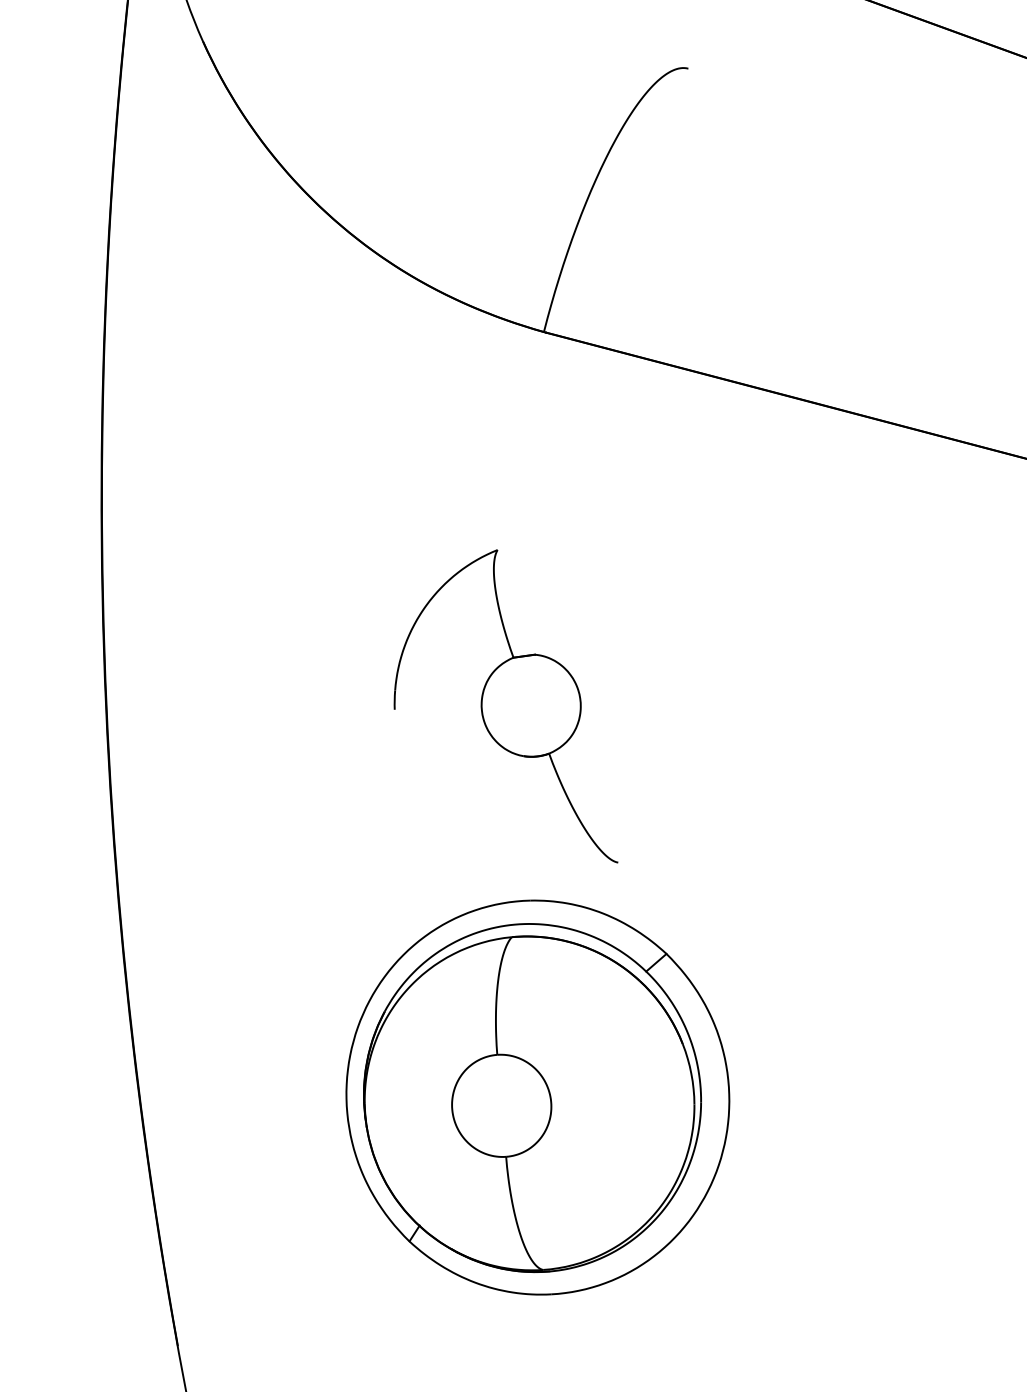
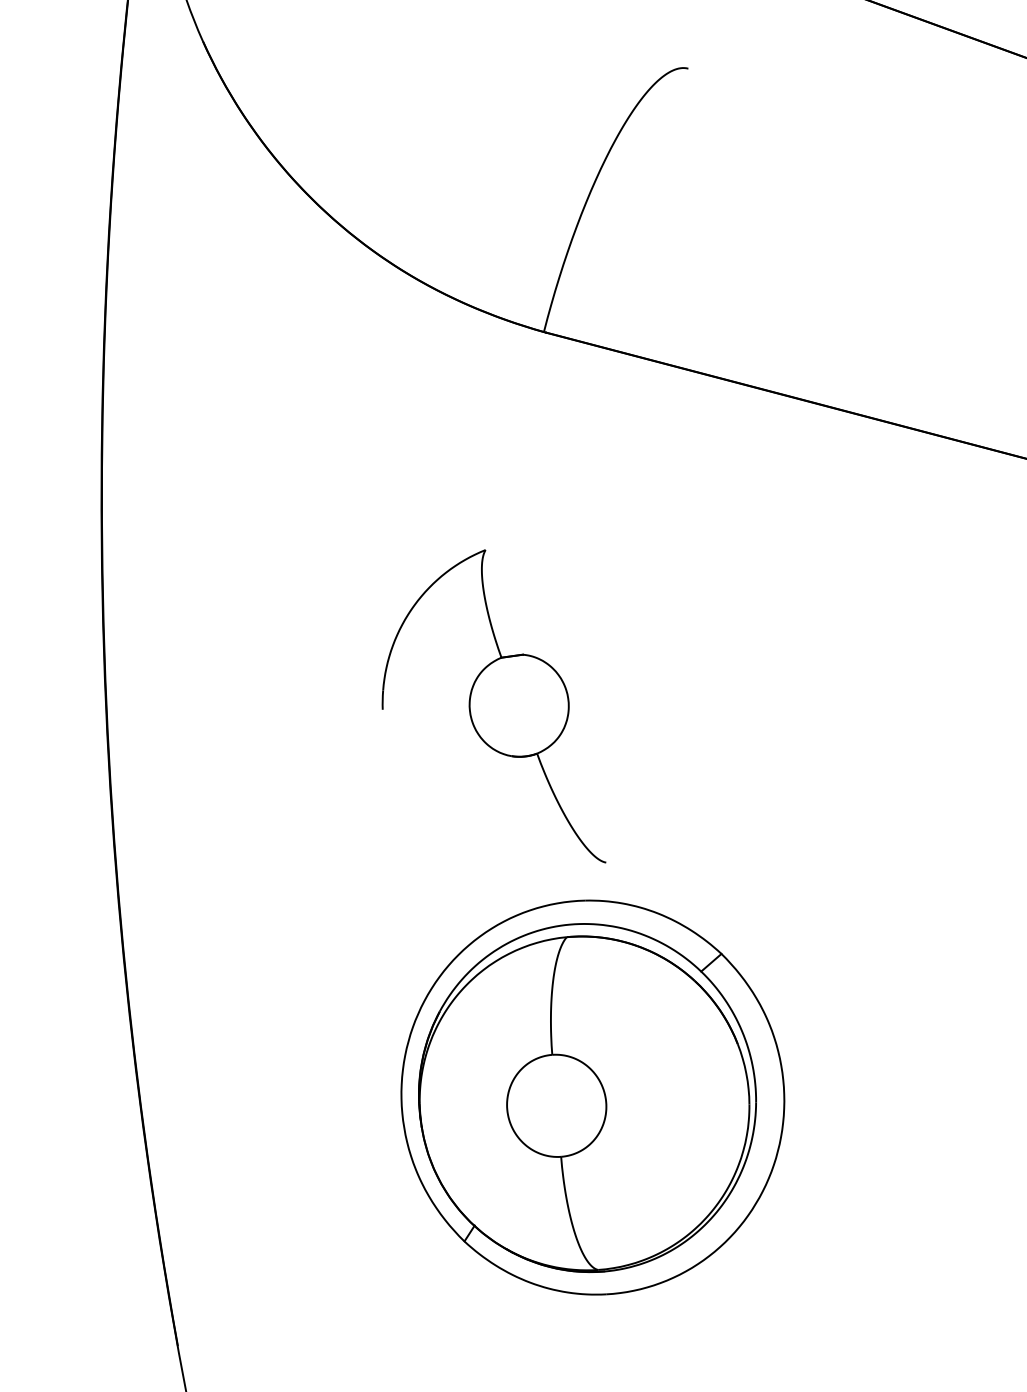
part at (505, 706) position: (505, 706) -> (493, 706)
part at (537, 1097) position: (537, 1097) -> (592, 1097)
